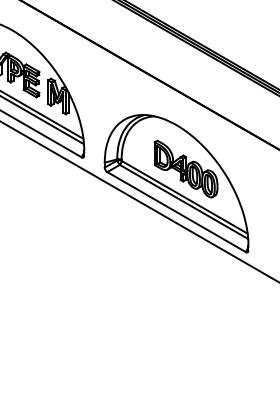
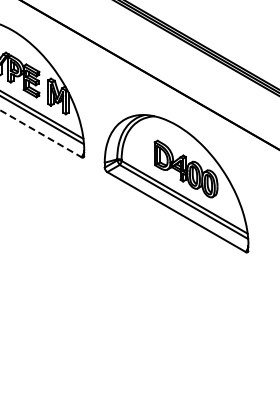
line at (40, 133): solid -> dashed
line at (139, 201): present -> none
